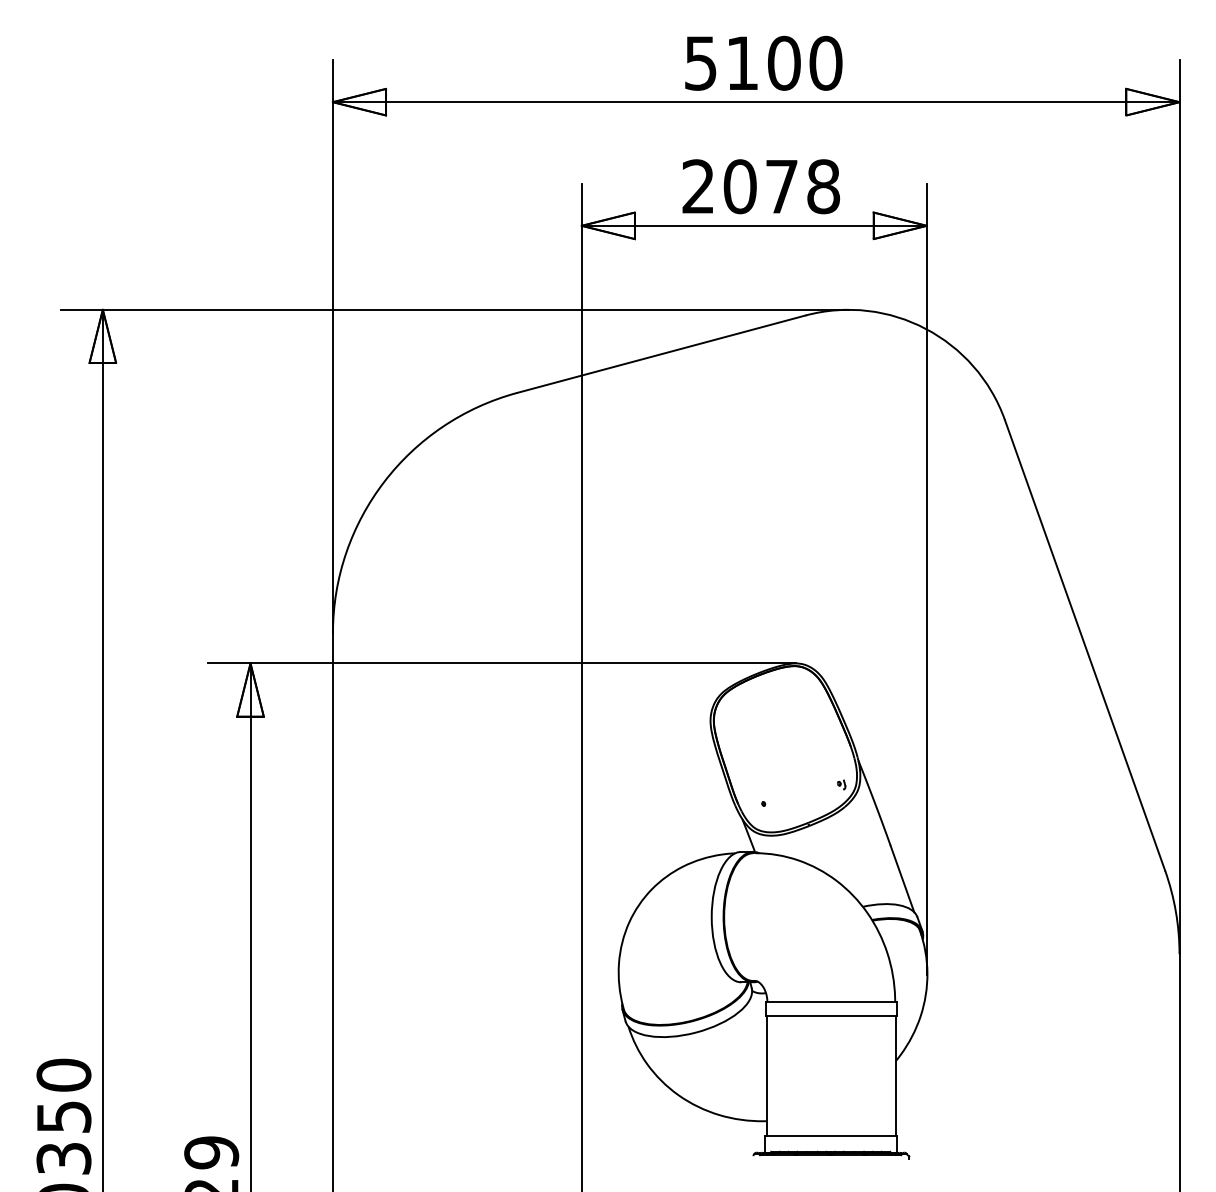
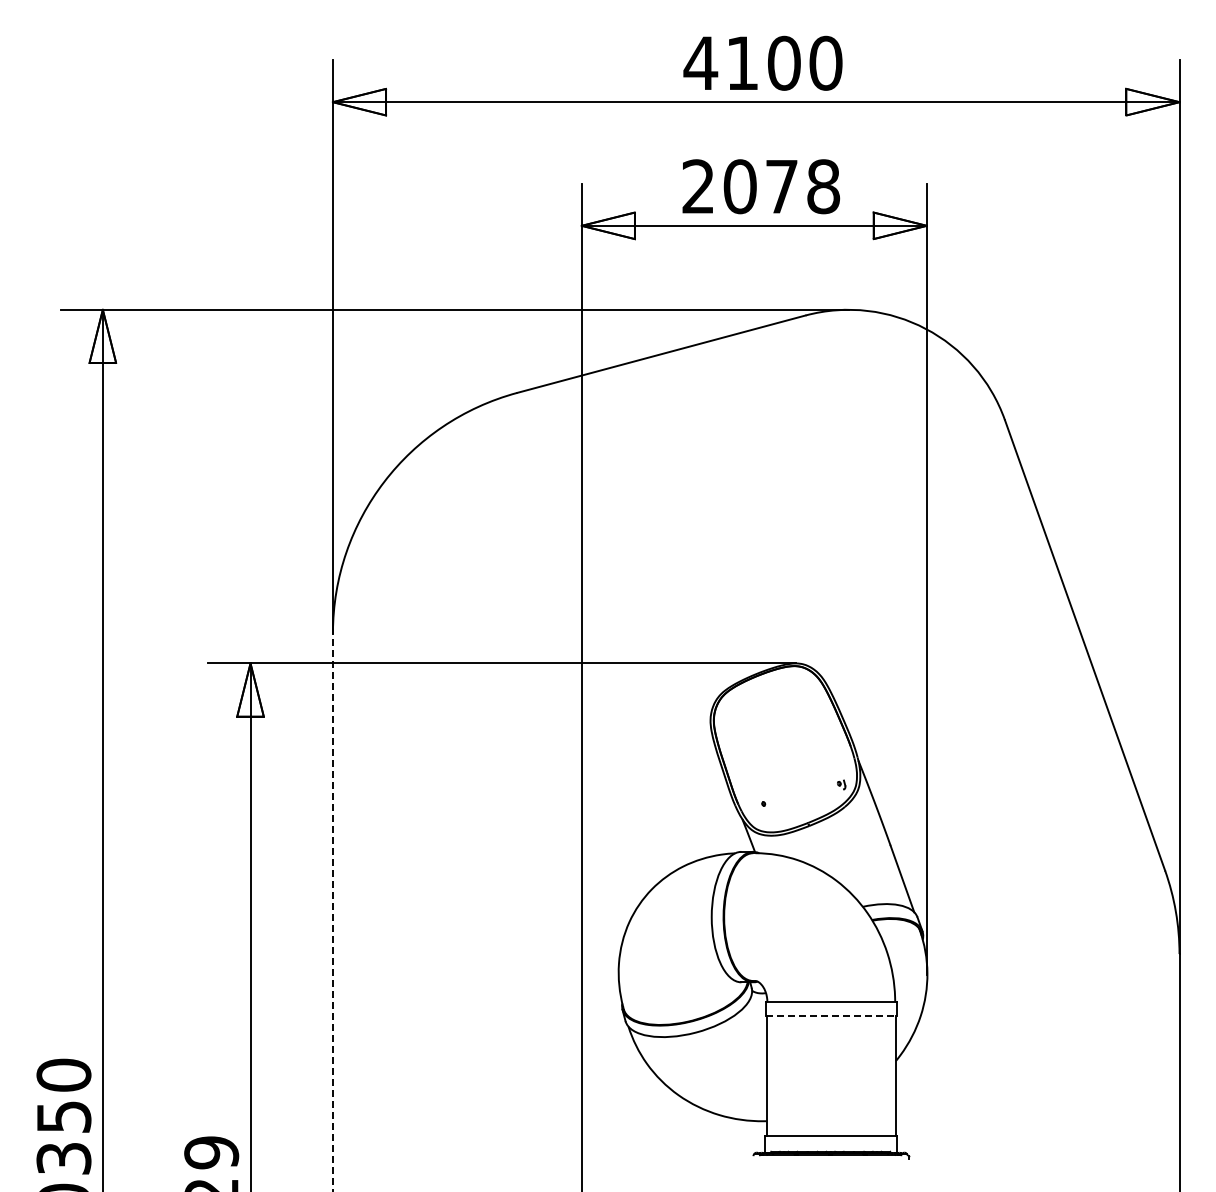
text at (700, 63): 5100 -> 4100
line at (332, 912): solid -> dashed
line at (831, 1015): solid -> dashed
